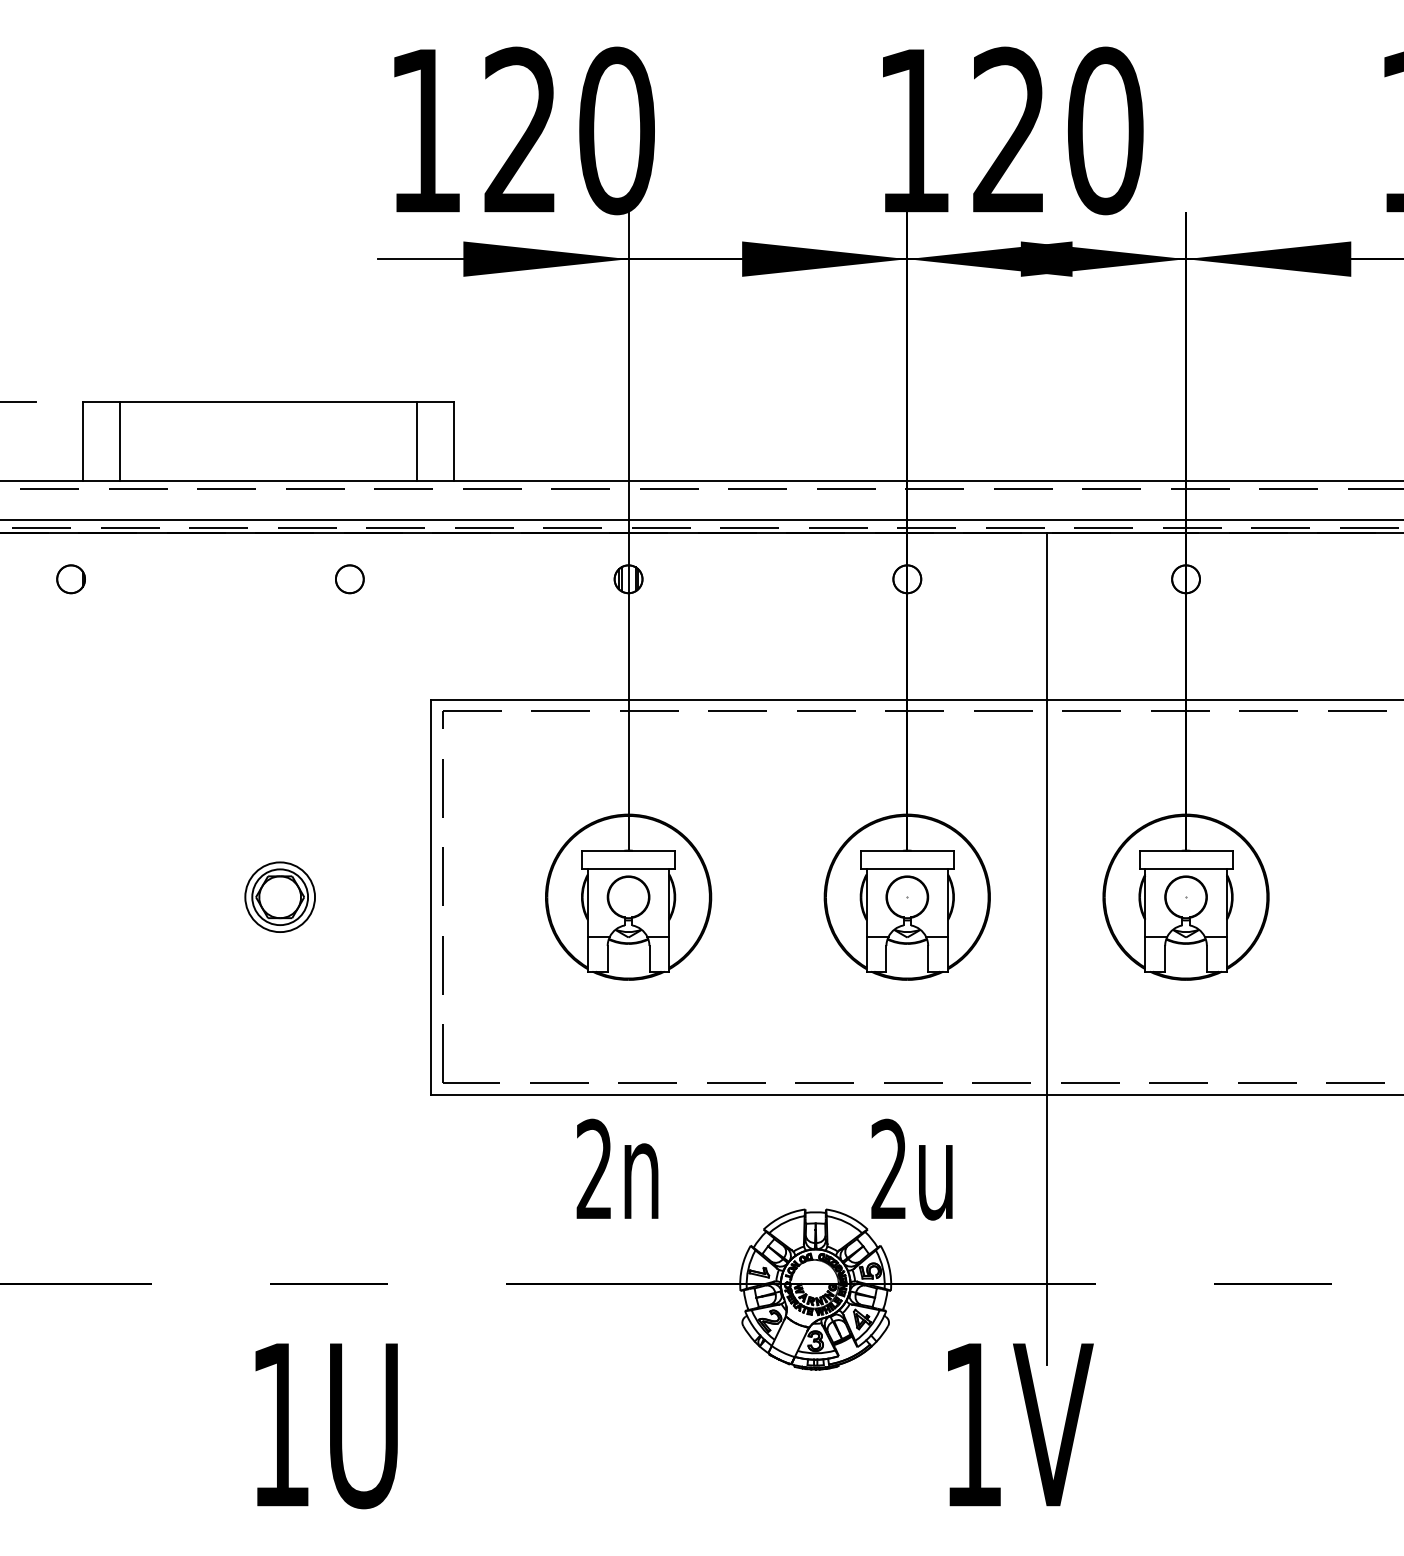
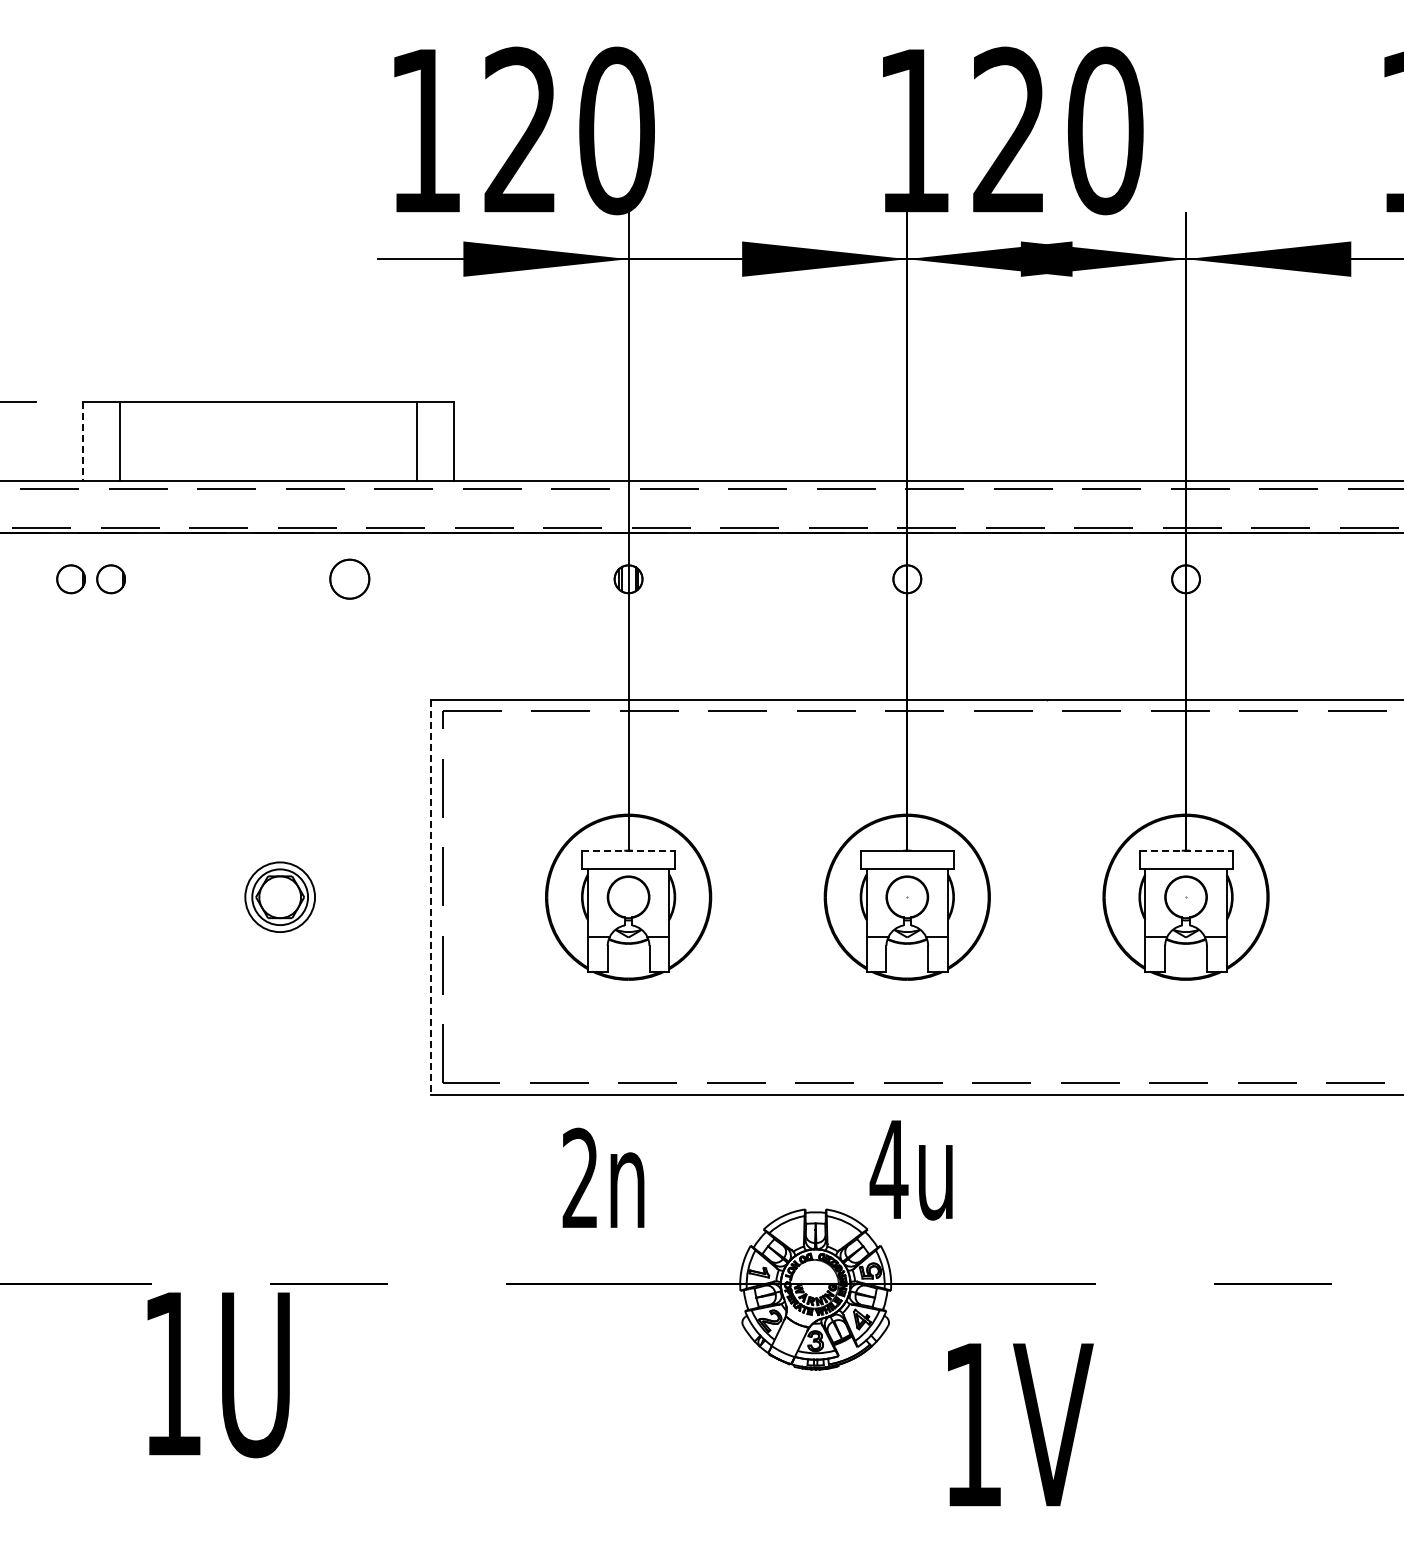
line at (82, 441): solid -> dashed
line at (701, 519): present -> none
part at (110, 579): none -> present
part at (349, 579) size: 30x31 px -> 42x42 px
line at (629, 850): solid -> dashed
line at (1186, 850): solid -> dashed
line at (431, 897): solid -> dashed
line at (1046, 948): present -> none
text at (617, 1168) position: (617, 1168) -> (603, 1177)
text at (888, 1168): 2u -> 4u
text at (326, 1426) position: (326, 1426) -> (218, 1375)
